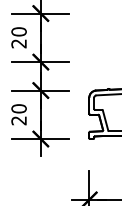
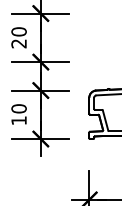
text at (18, 120): 20 -> 10
